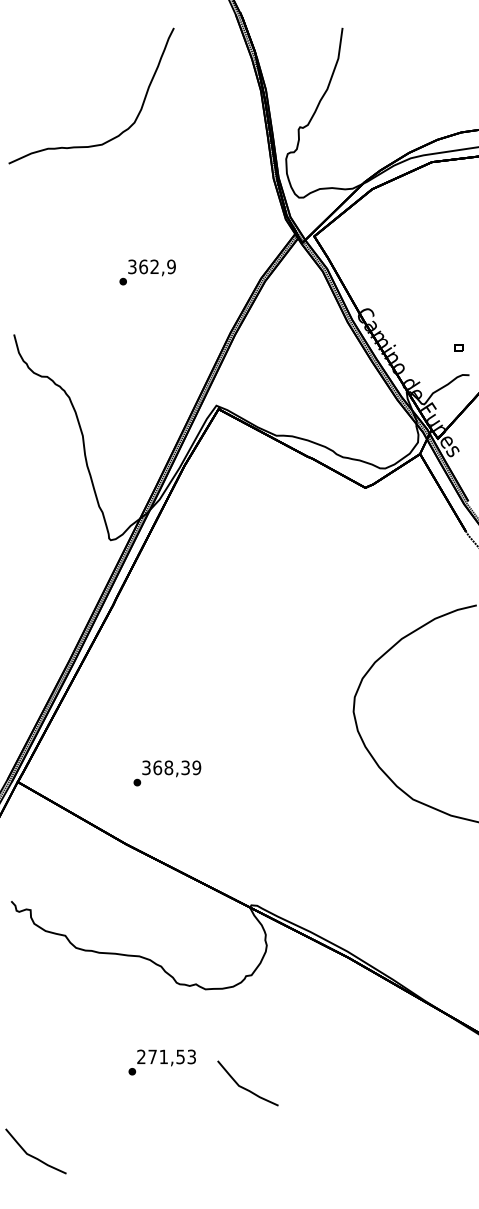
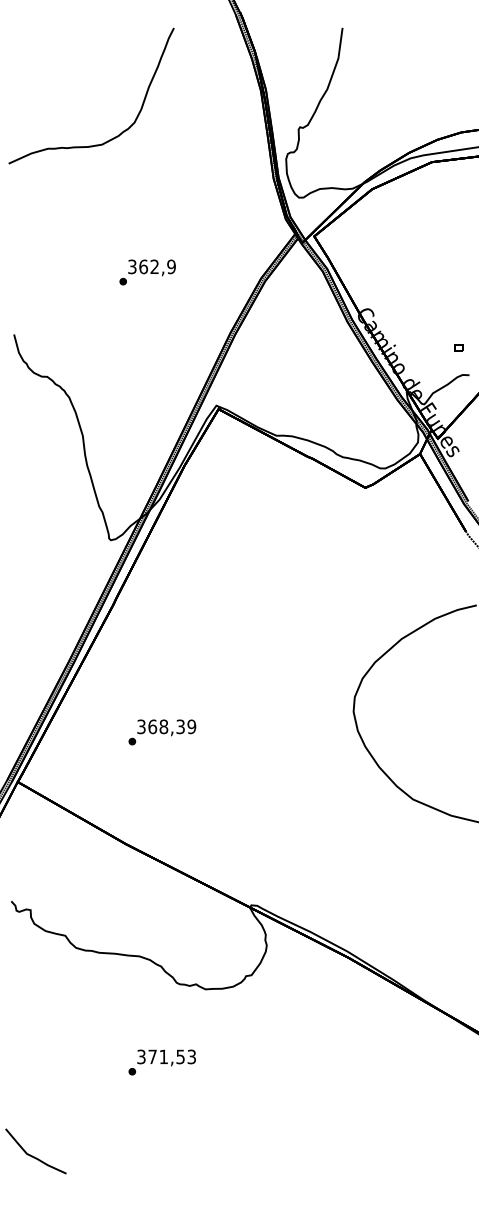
text at (167, 773) position: (167, 773) -> (162, 732)
text at (141, 1057): 271,53 -> 371,53
curve at (244, 1087): present -> none
